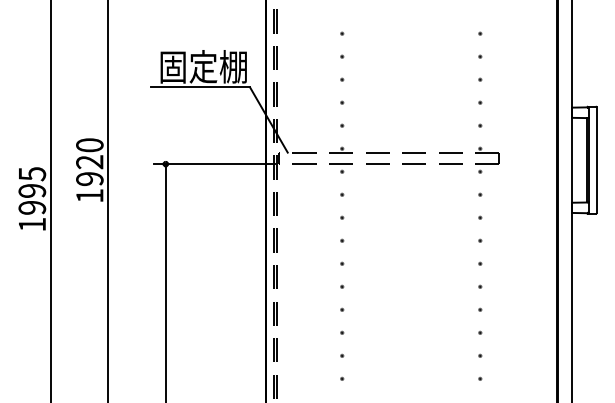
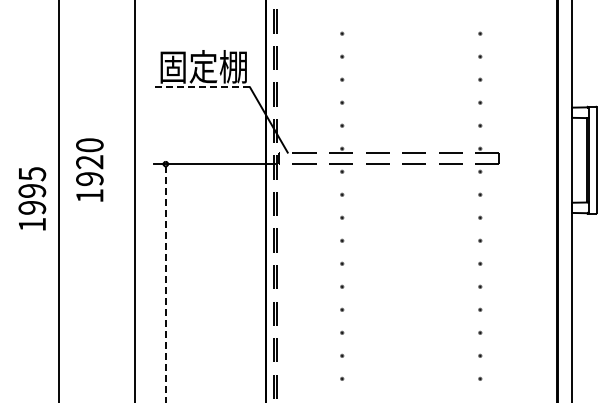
line at (200, 87): solid -> dashed
line at (50, 200) position: (50, 200) -> (58, 200)
line at (108, 200) position: (108, 200) -> (135, 200)
line at (165, 283): solid -> dashed
